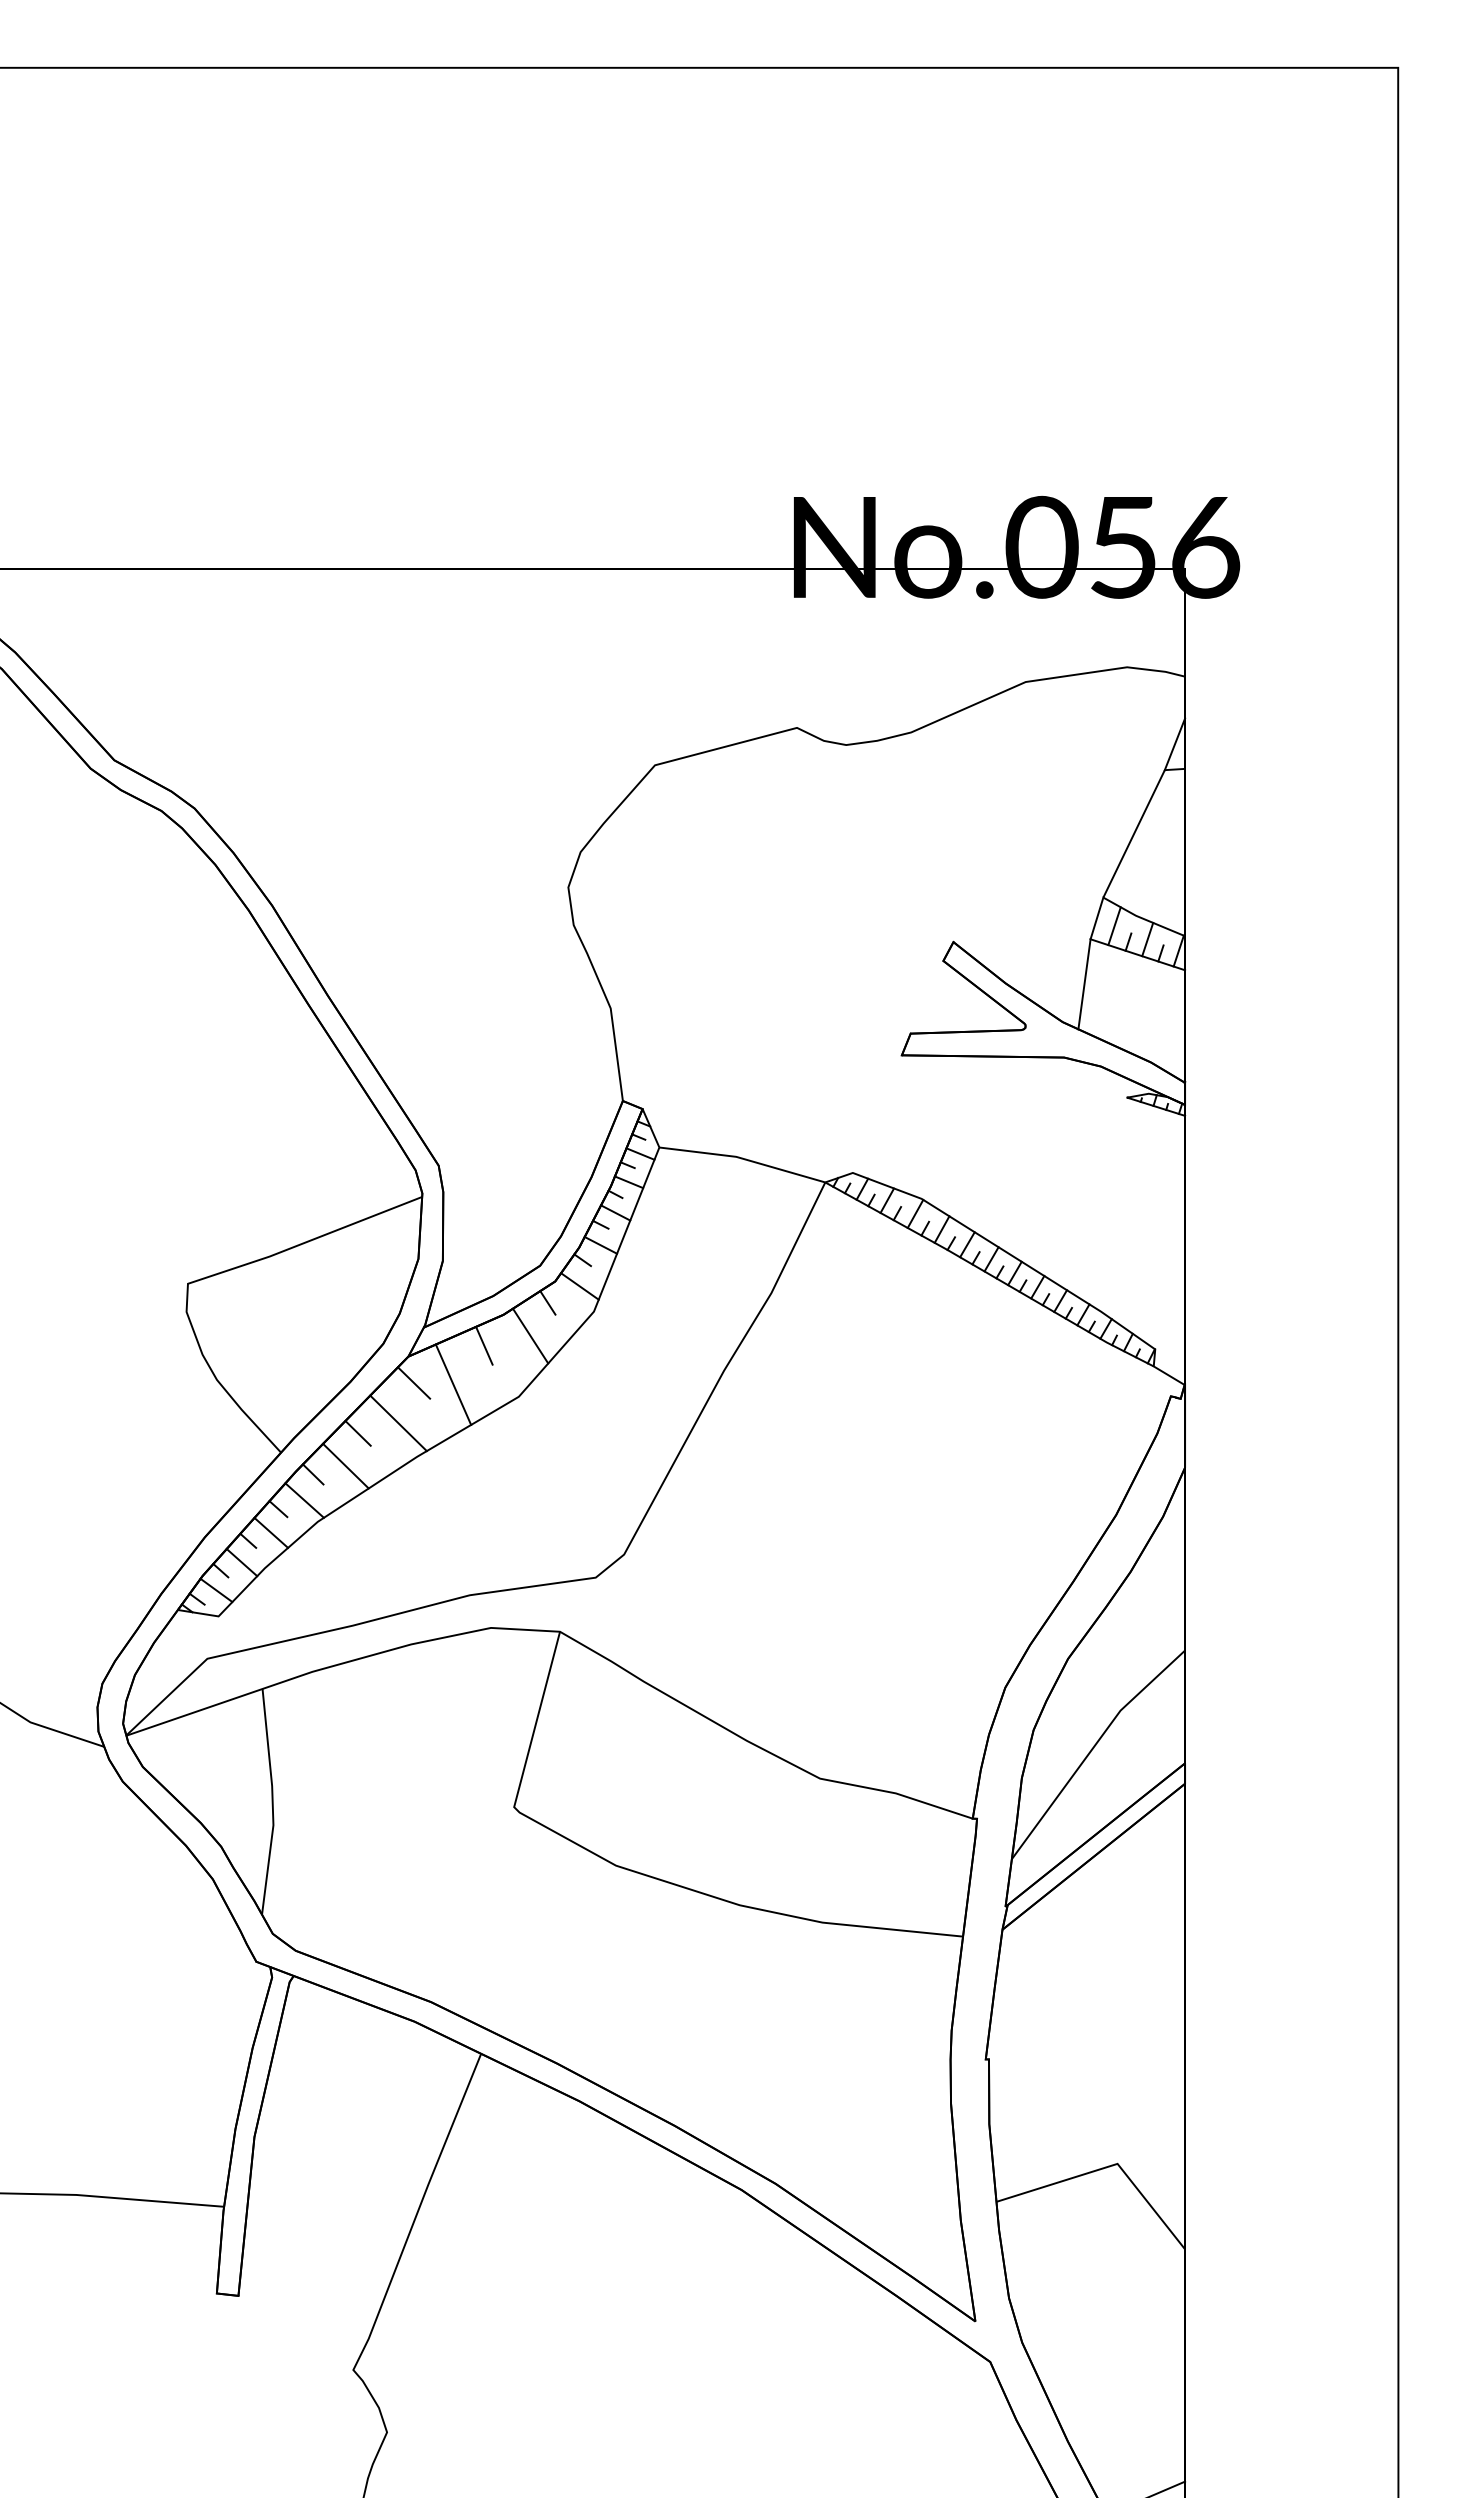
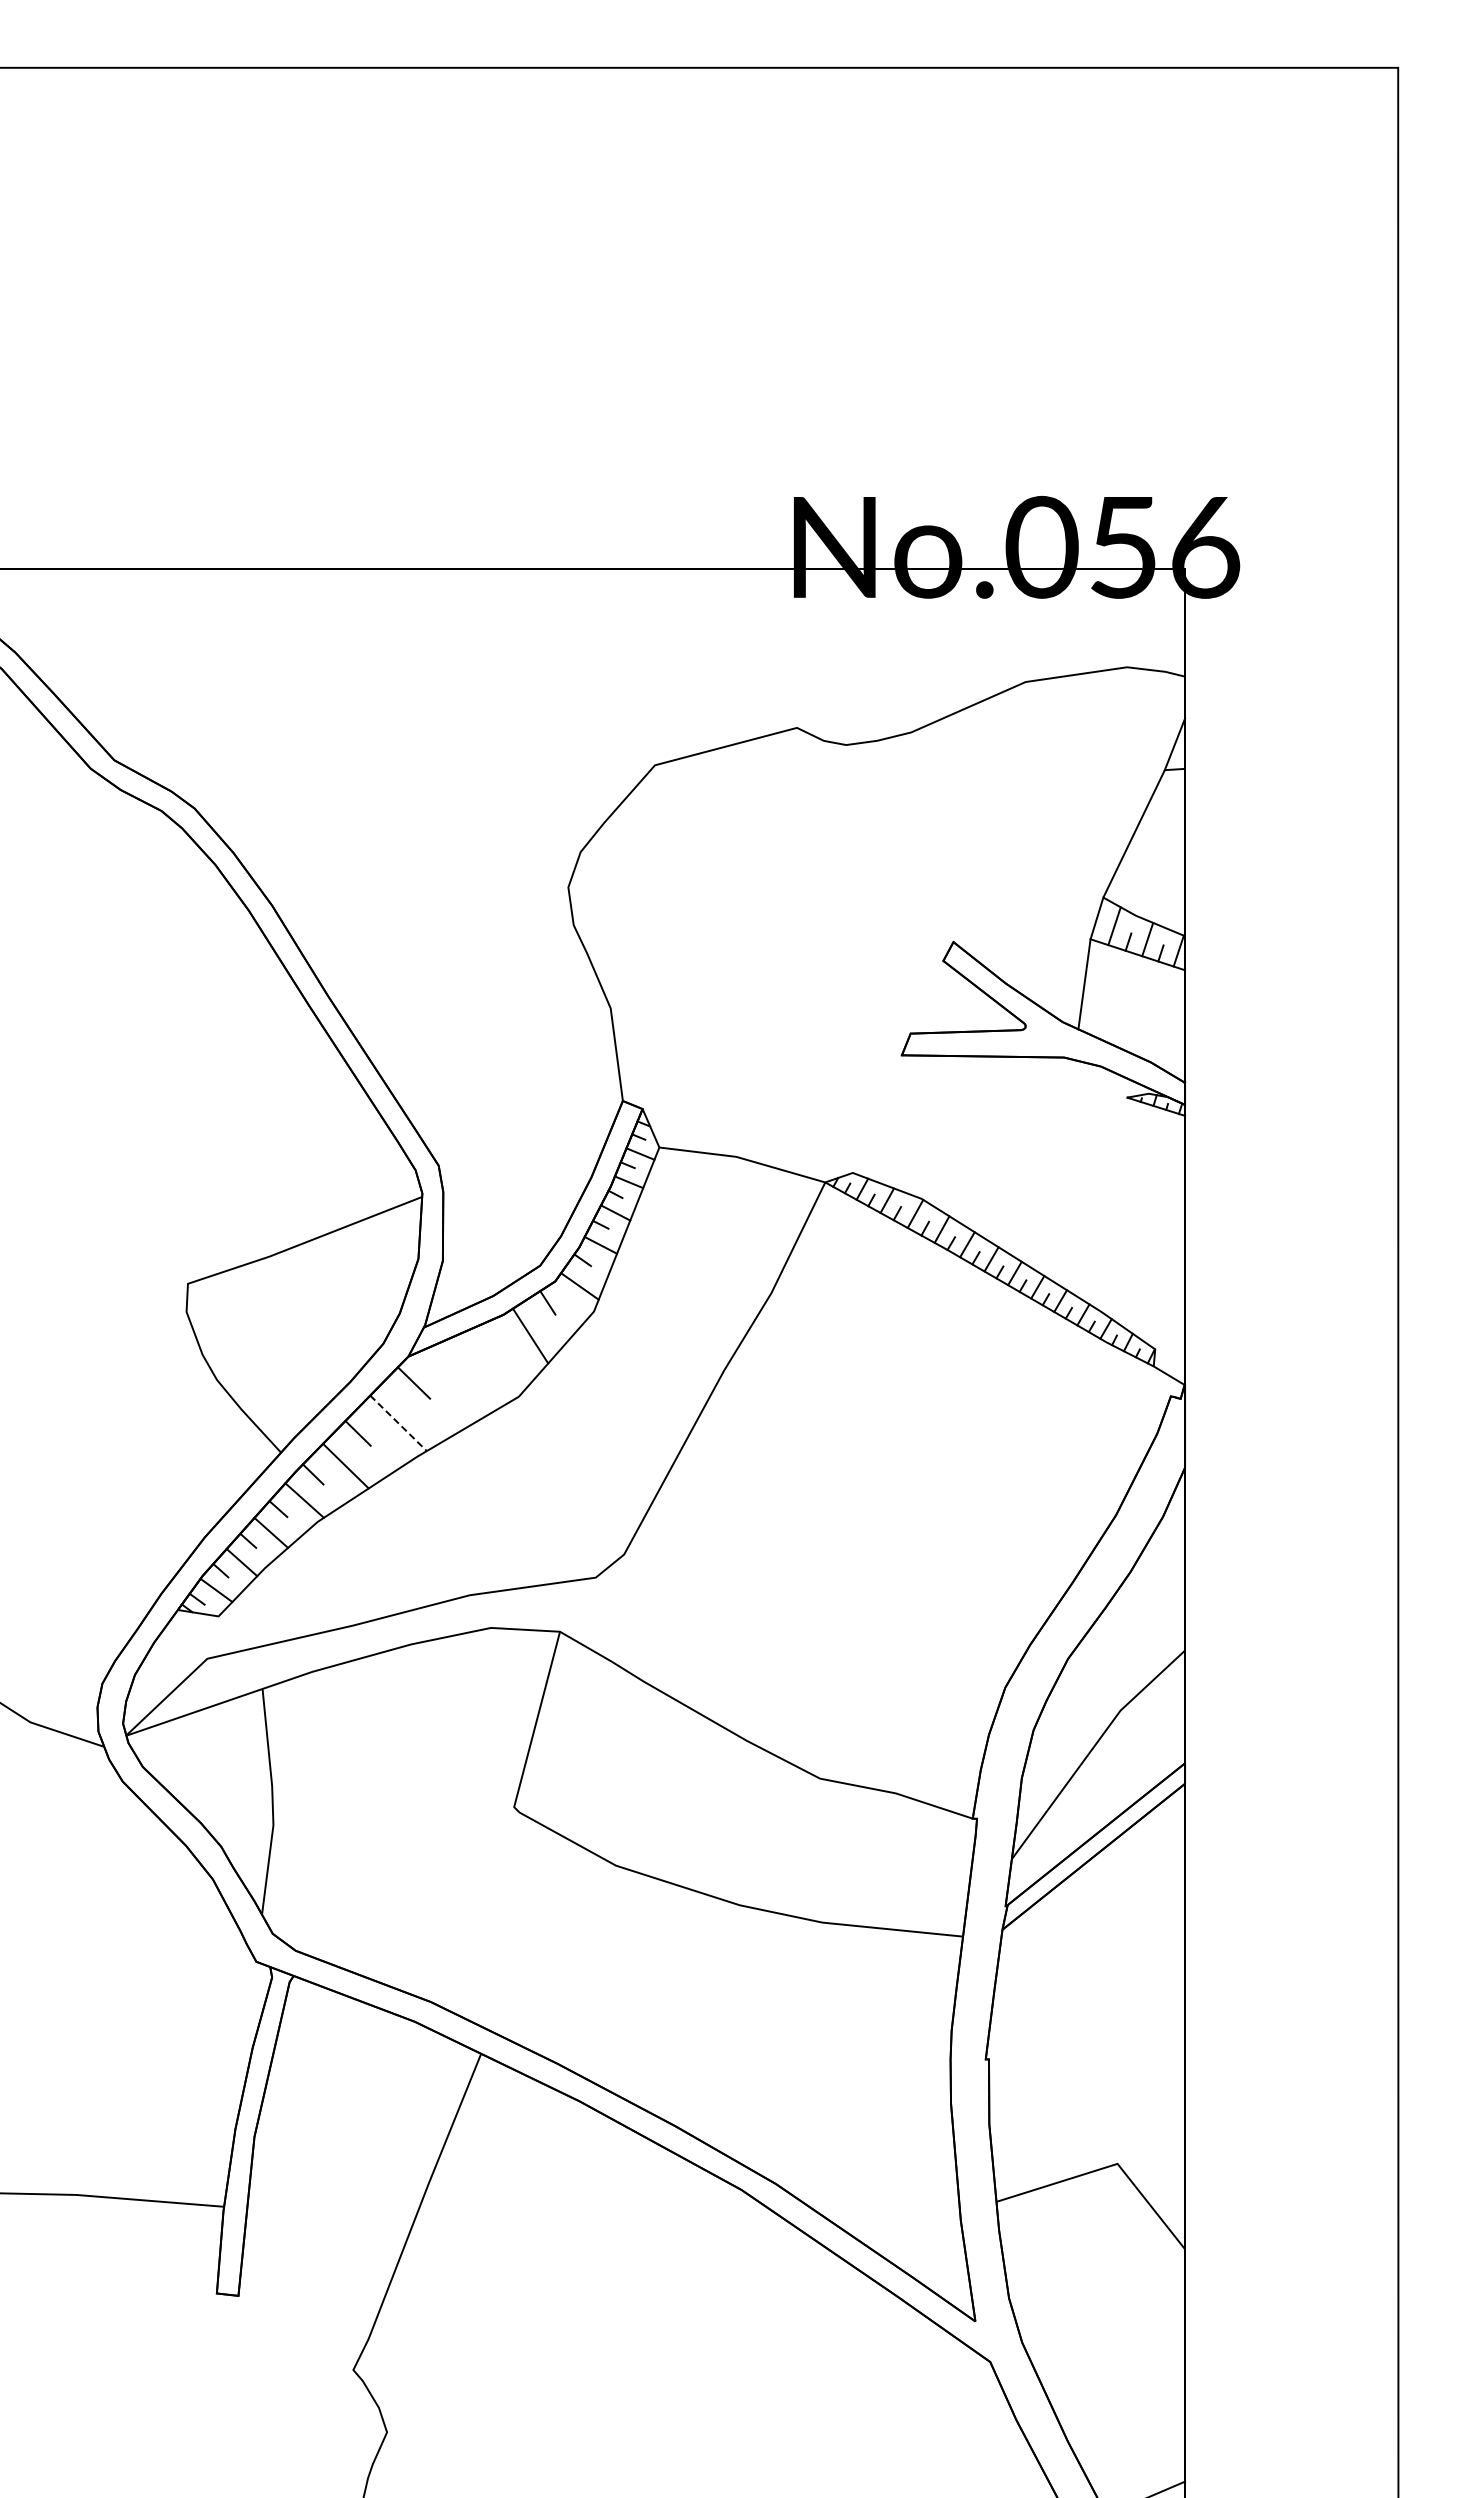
line at (484, 1345): present -> none
line at (453, 1384): present -> none
line at (398, 1423): solid -> dashed
